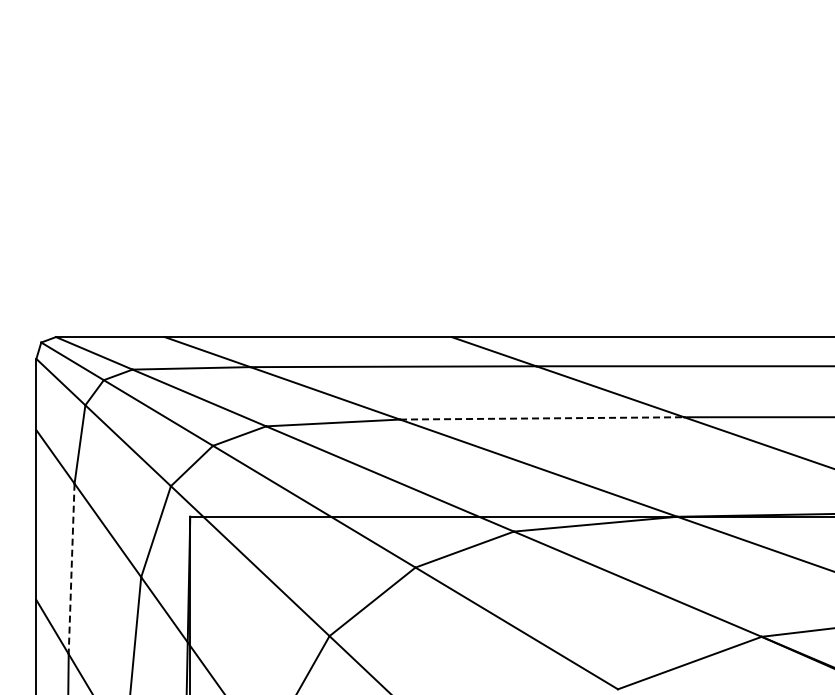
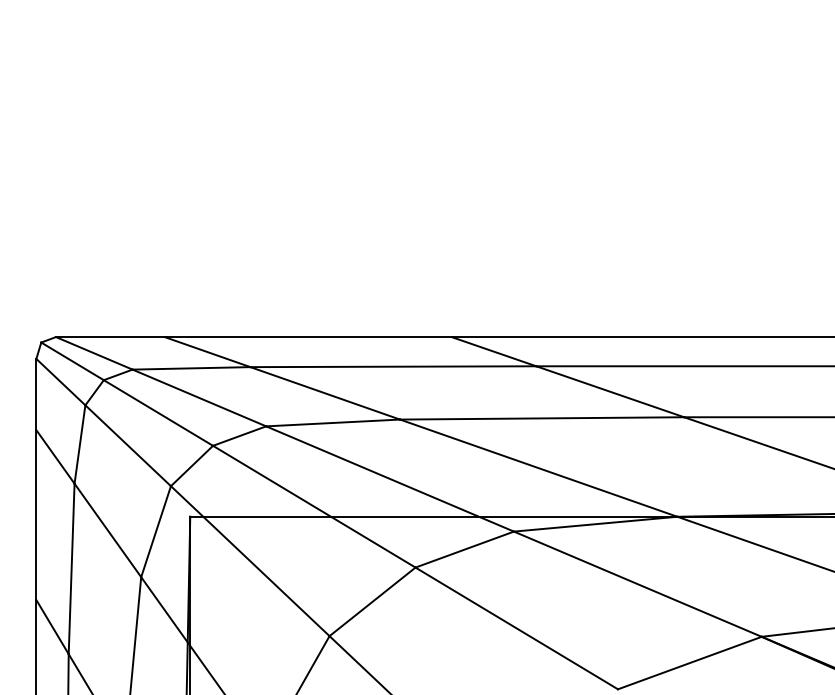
line at (542, 418): dashed -> solid
line at (71, 569): dashed -> solid
